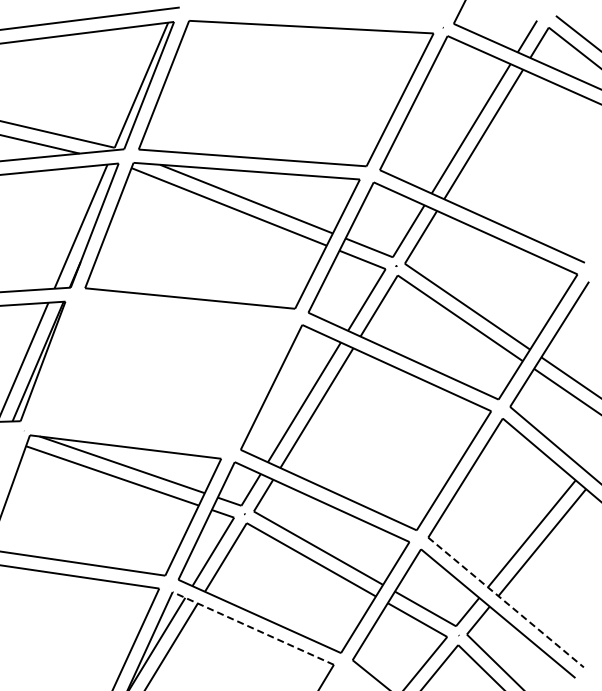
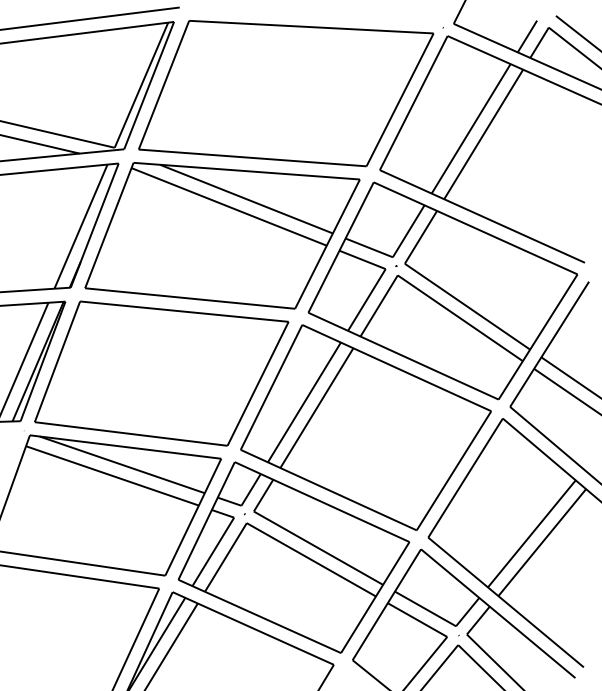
part at (161, 373): none -> present
line at (506, 602): dashed -> solid
line at (252, 628): dashed -> solid
